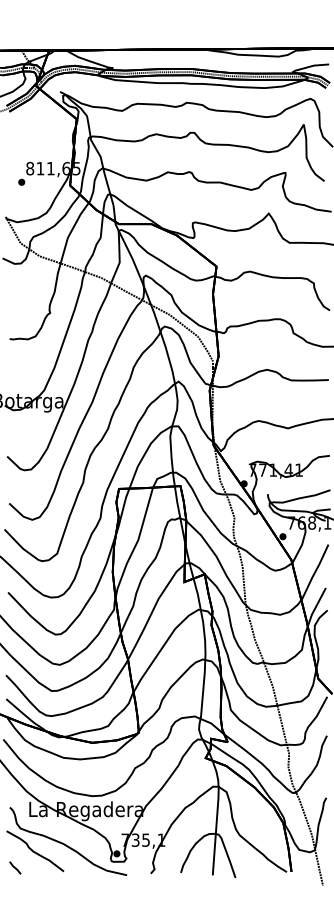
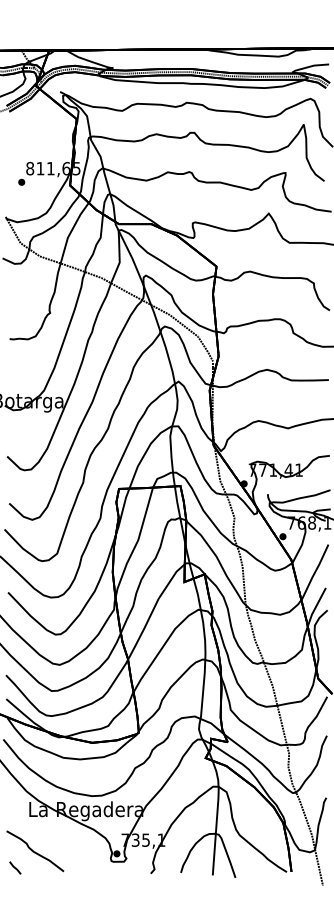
curve at (66, 844): present -> none
